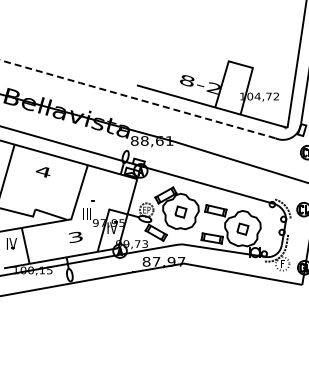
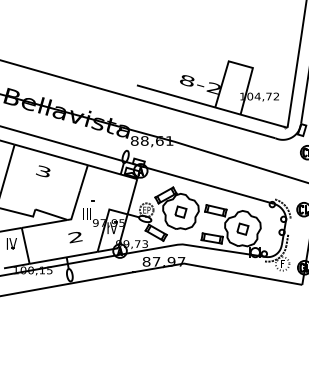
line at (137, 99): dashed -> solid
text at (42, 171): 4 -> 3
text at (75, 237): 3 -> 2
